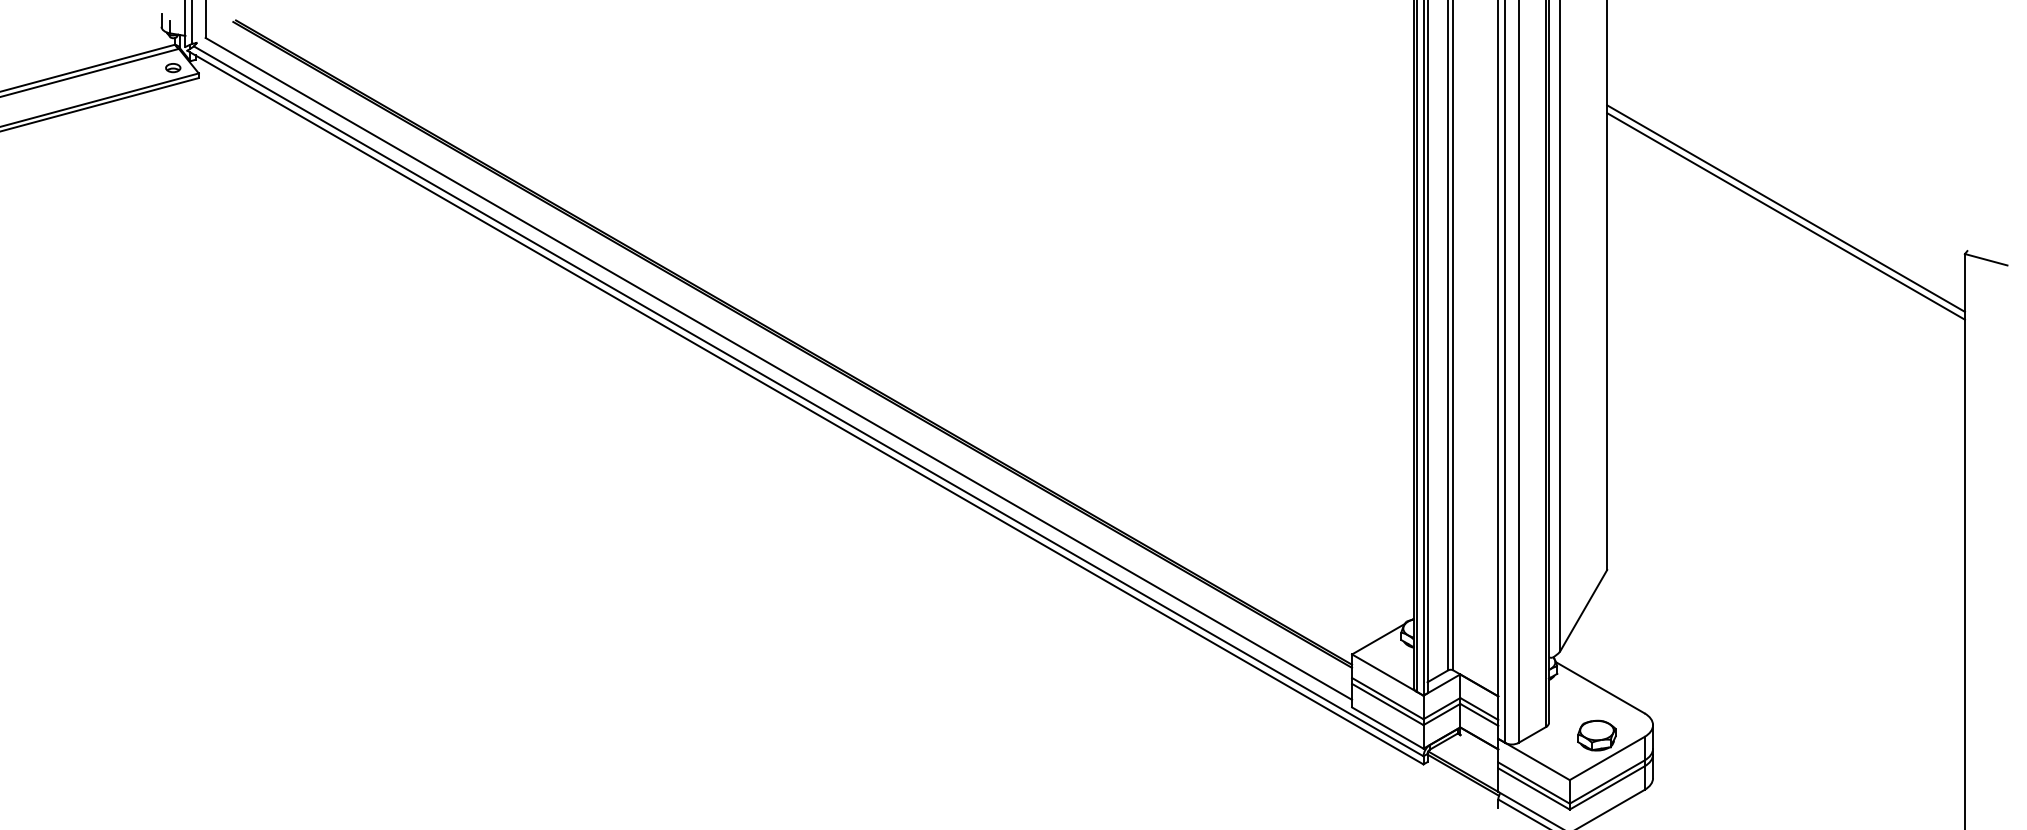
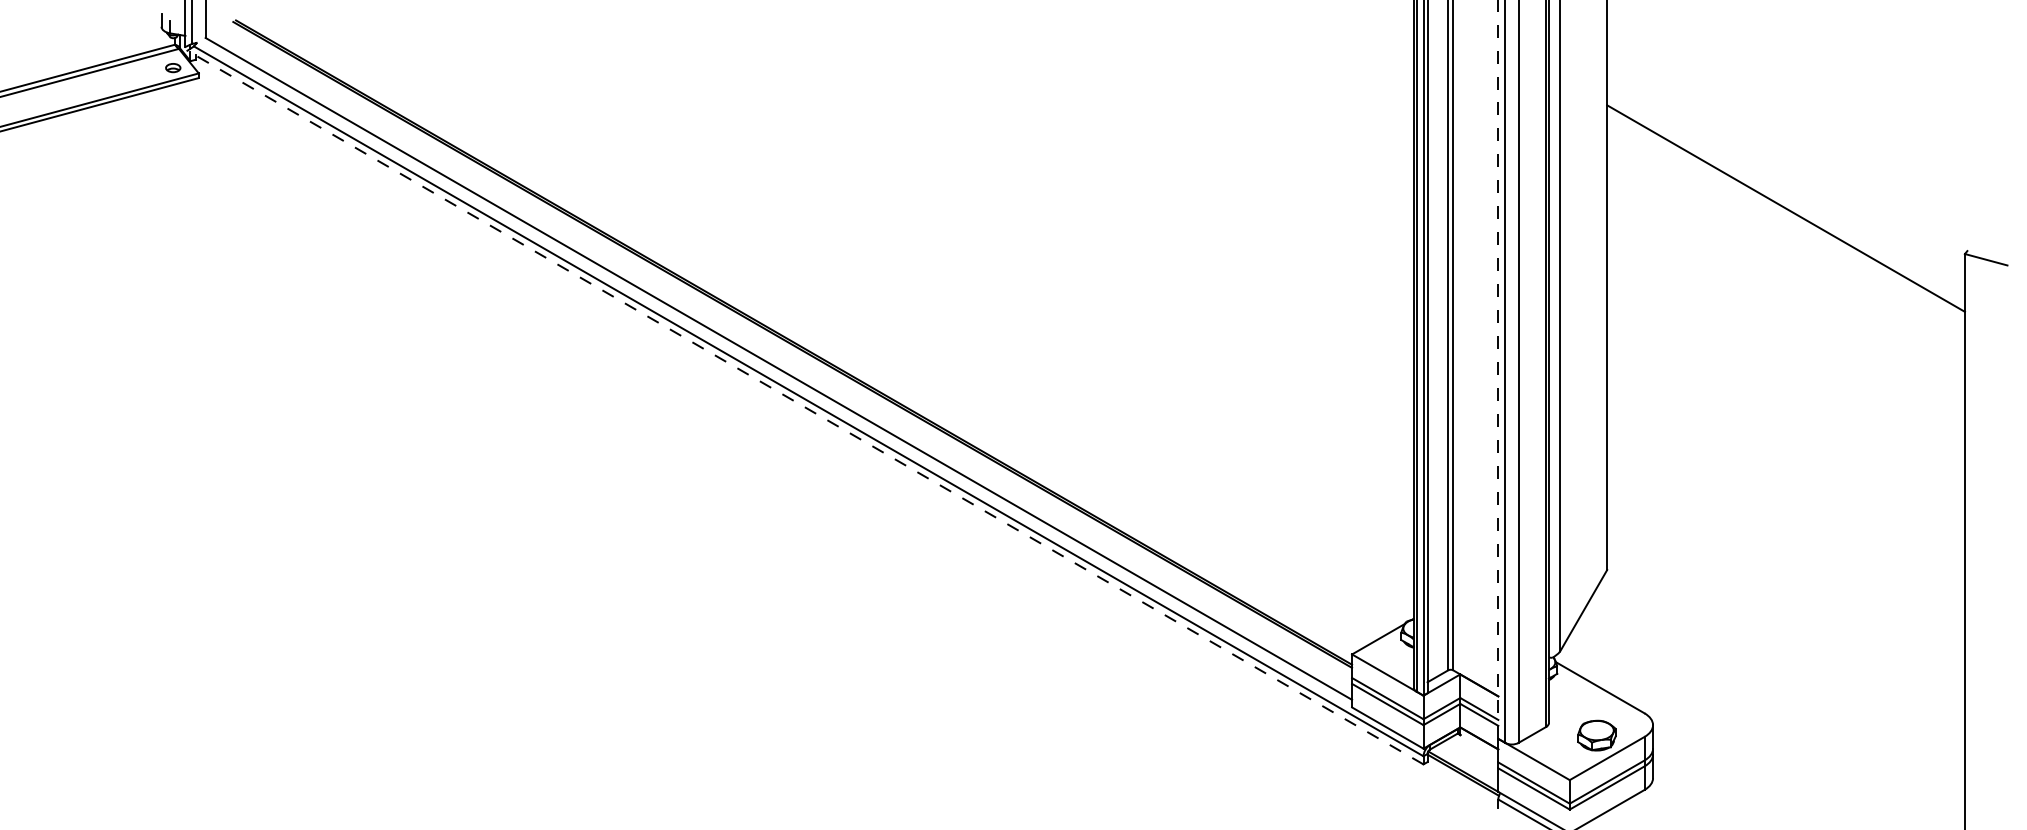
line at (1785, 216): present -> none
line at (1498, 369): solid -> dashed
line at (805, 407): solid -> dashed
